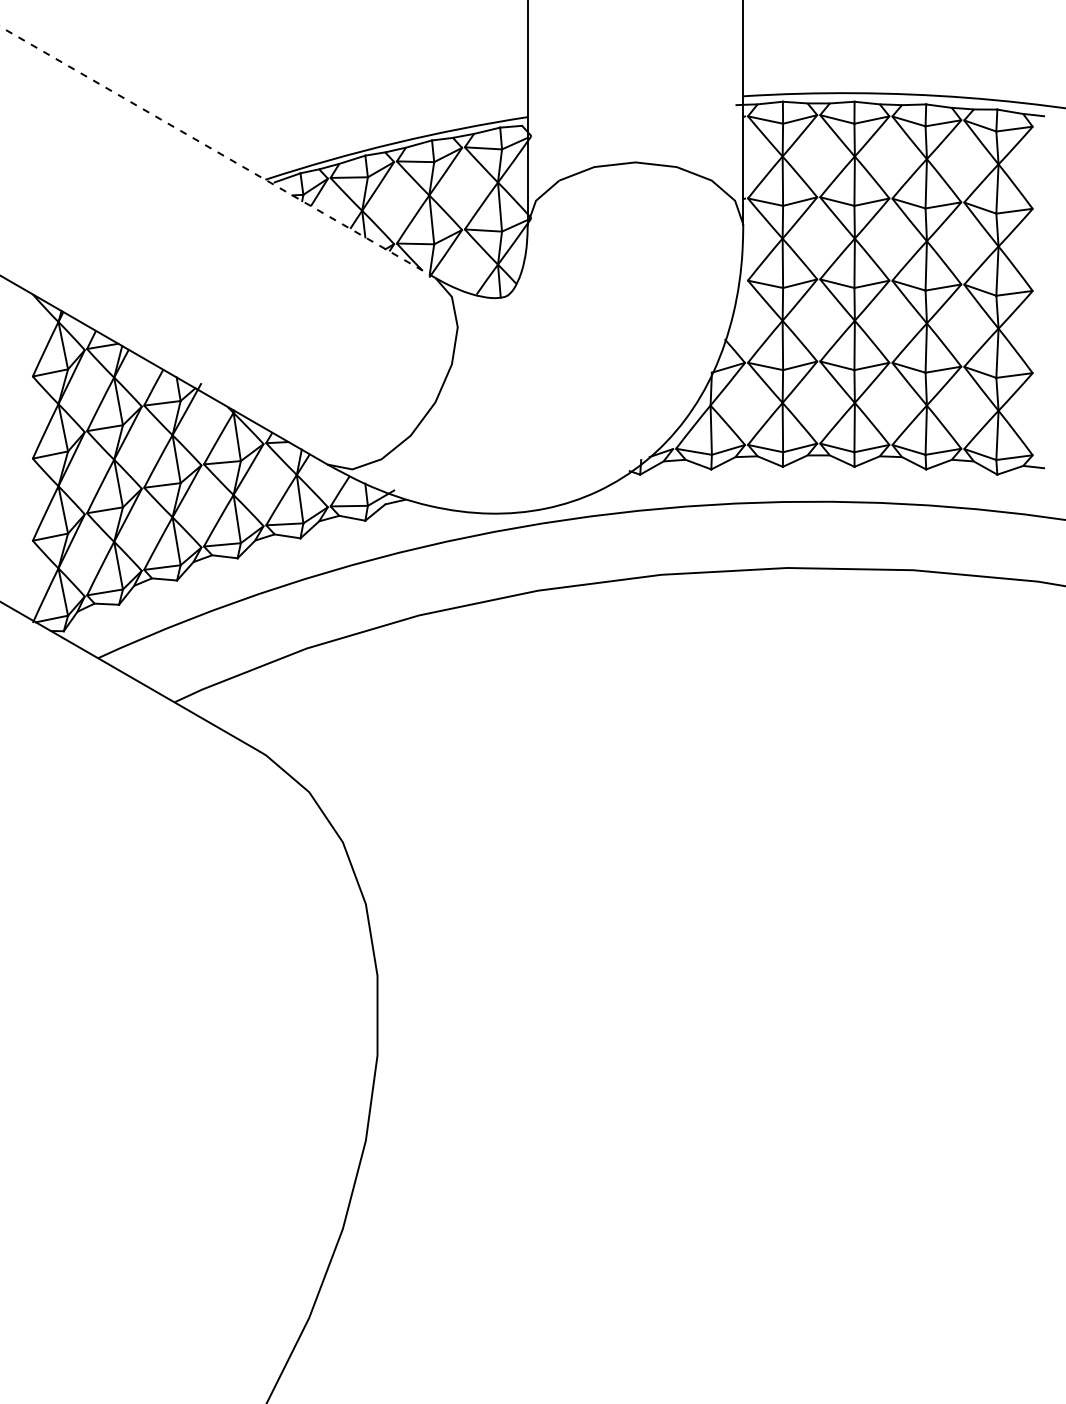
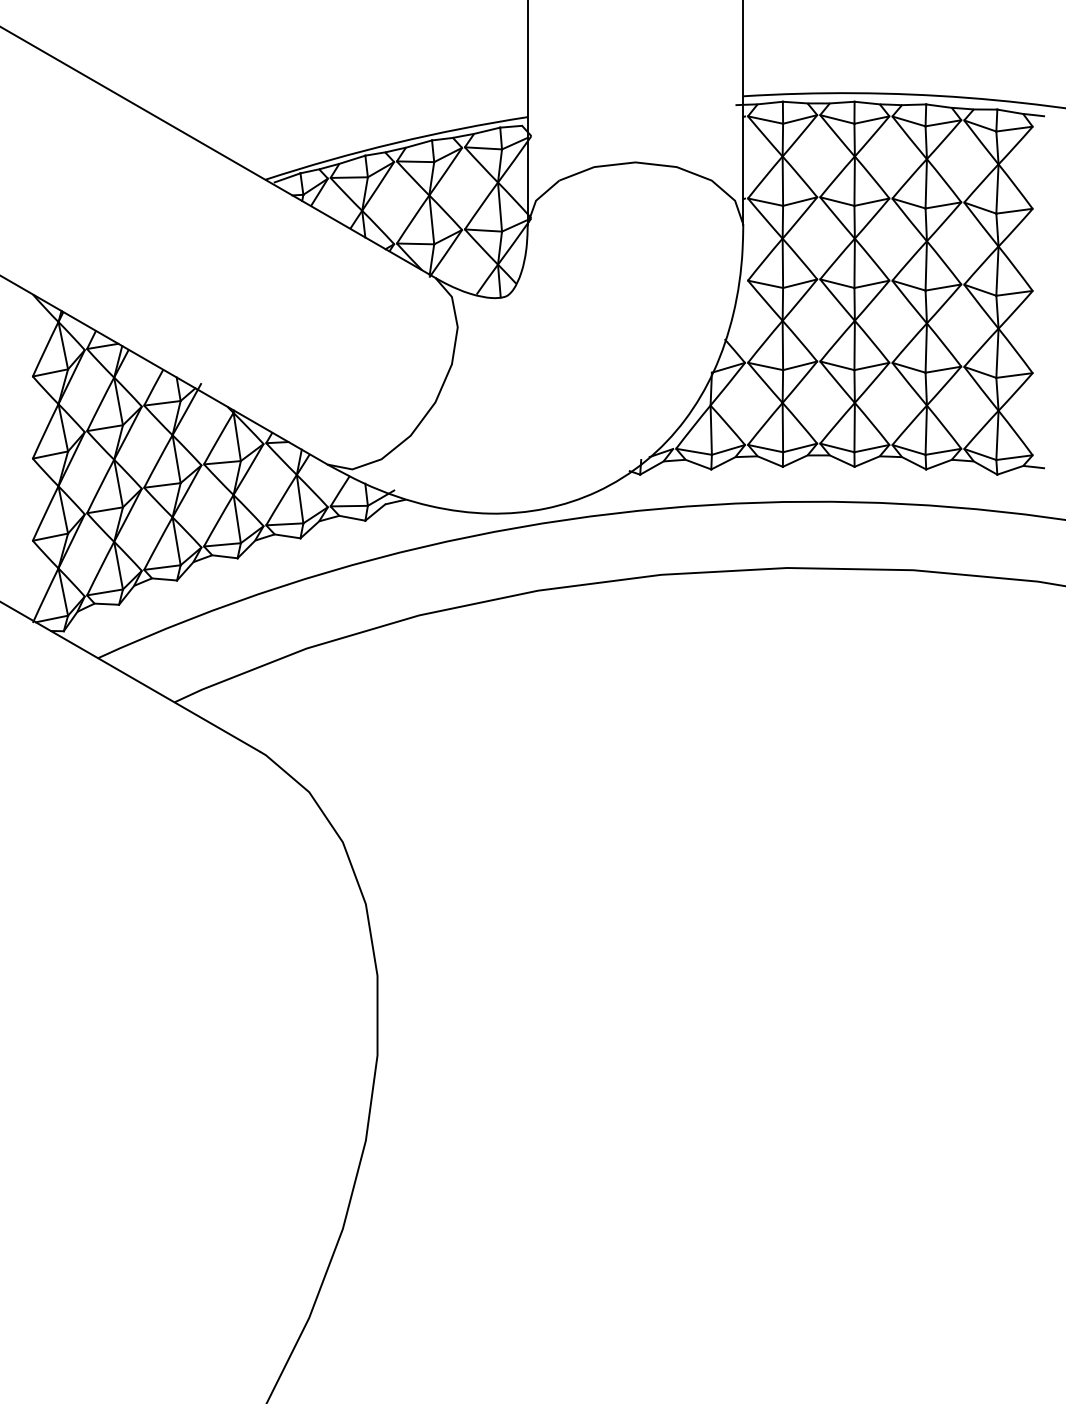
line at (218, 152): dashed -> solid
